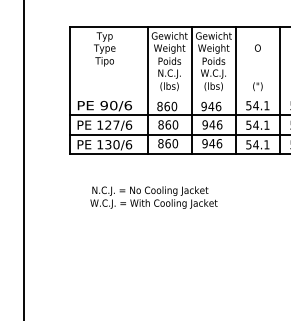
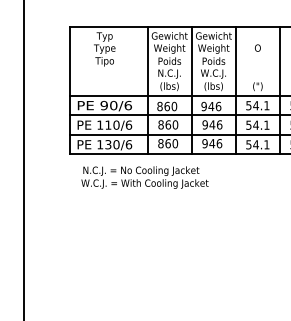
line at (178, 95): none -> present
text at (112, 124): 127/6 -> 110/6
text at (153, 197) position: (153, 197) -> (144, 177)
